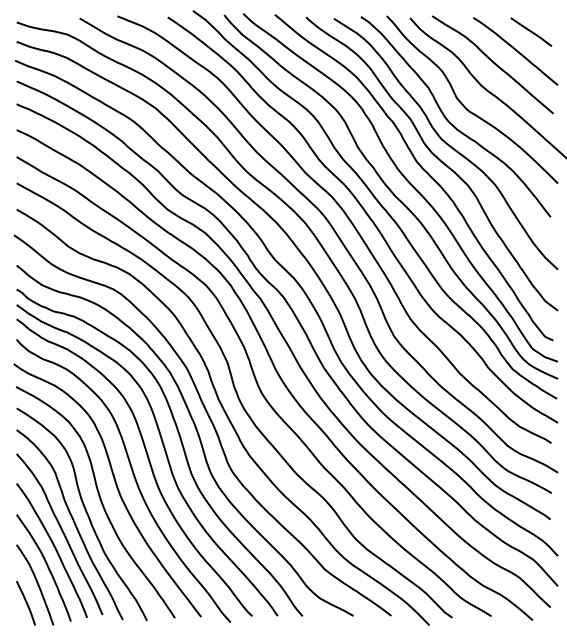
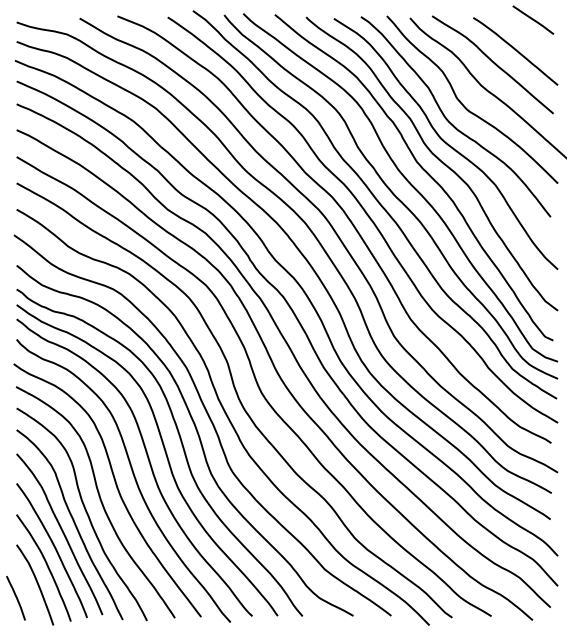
line at (531, 31) position: (531, 31) -> (533, 19)
line at (25, 602) position: (25, 602) -> (15, 597)
